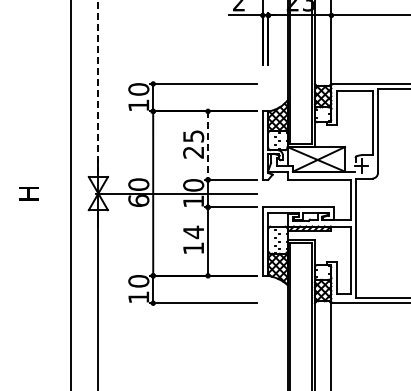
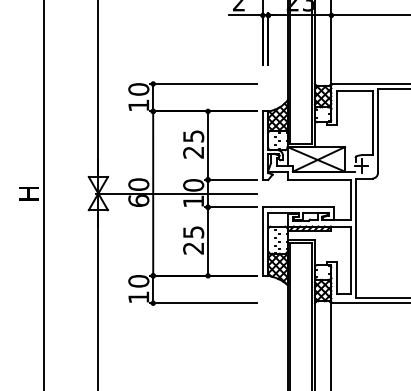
line at (98, 87): dashed -> solid
line at (208, 146): dashed -> solid
line at (70, 194) position: (70, 194) -> (43, 194)
text at (193, 239): 14 -> 25
